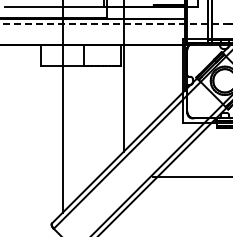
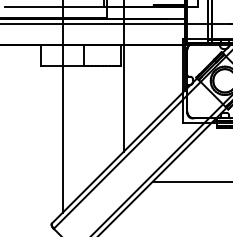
line at (114, 24): dashed -> solid
line at (190, 176) position: (190, 176) -> (190, 181)
